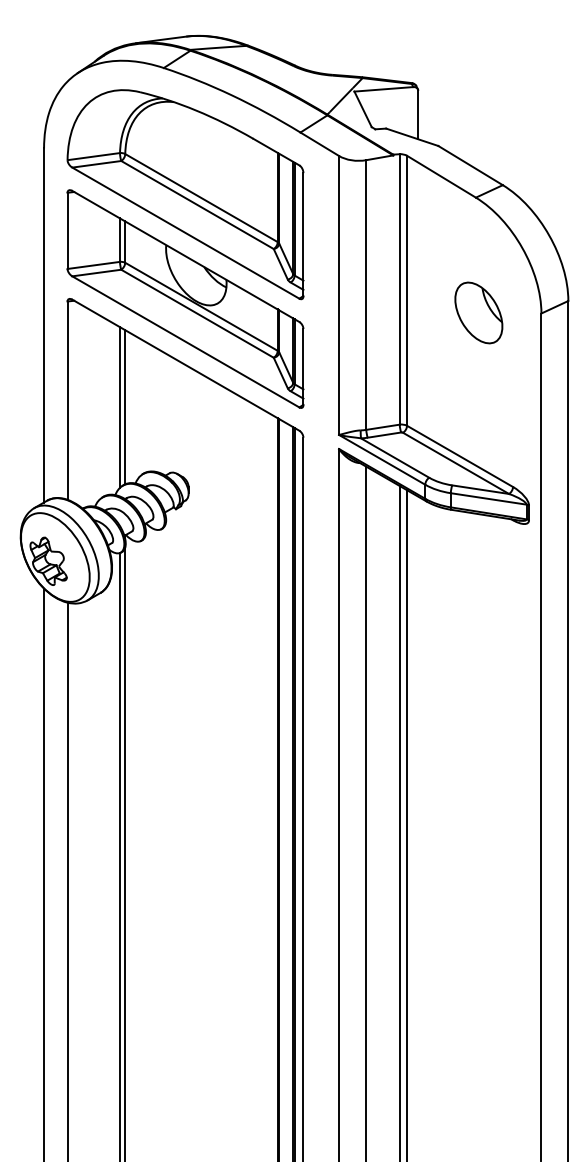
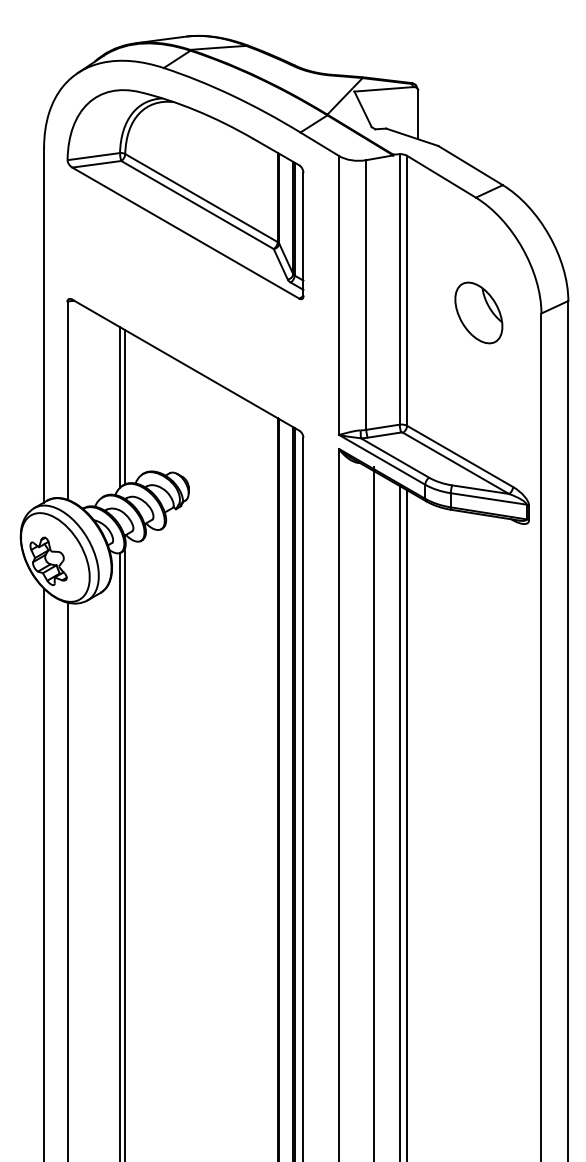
part at (185, 298): present -> none
line at (366, 812) position: (366, 812) -> (374, 812)
